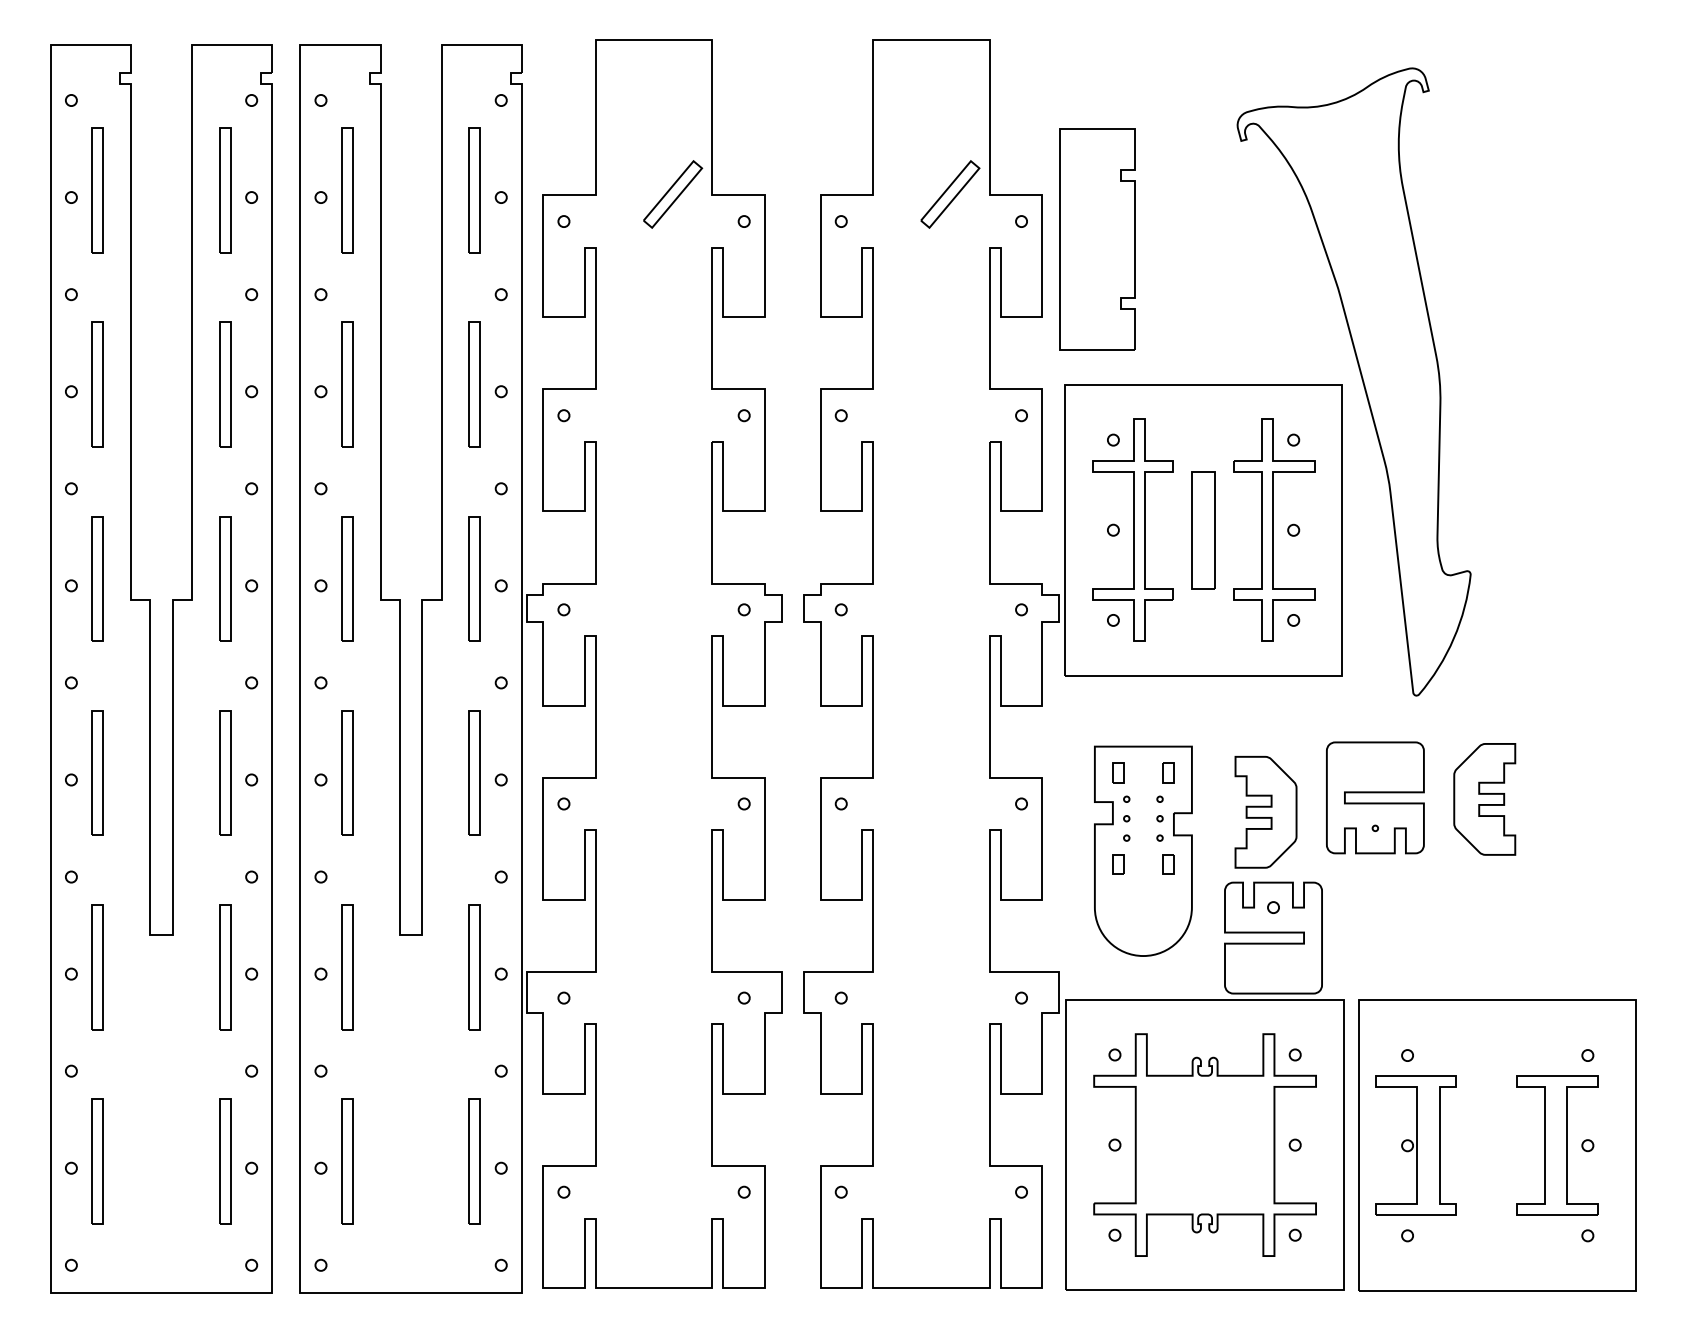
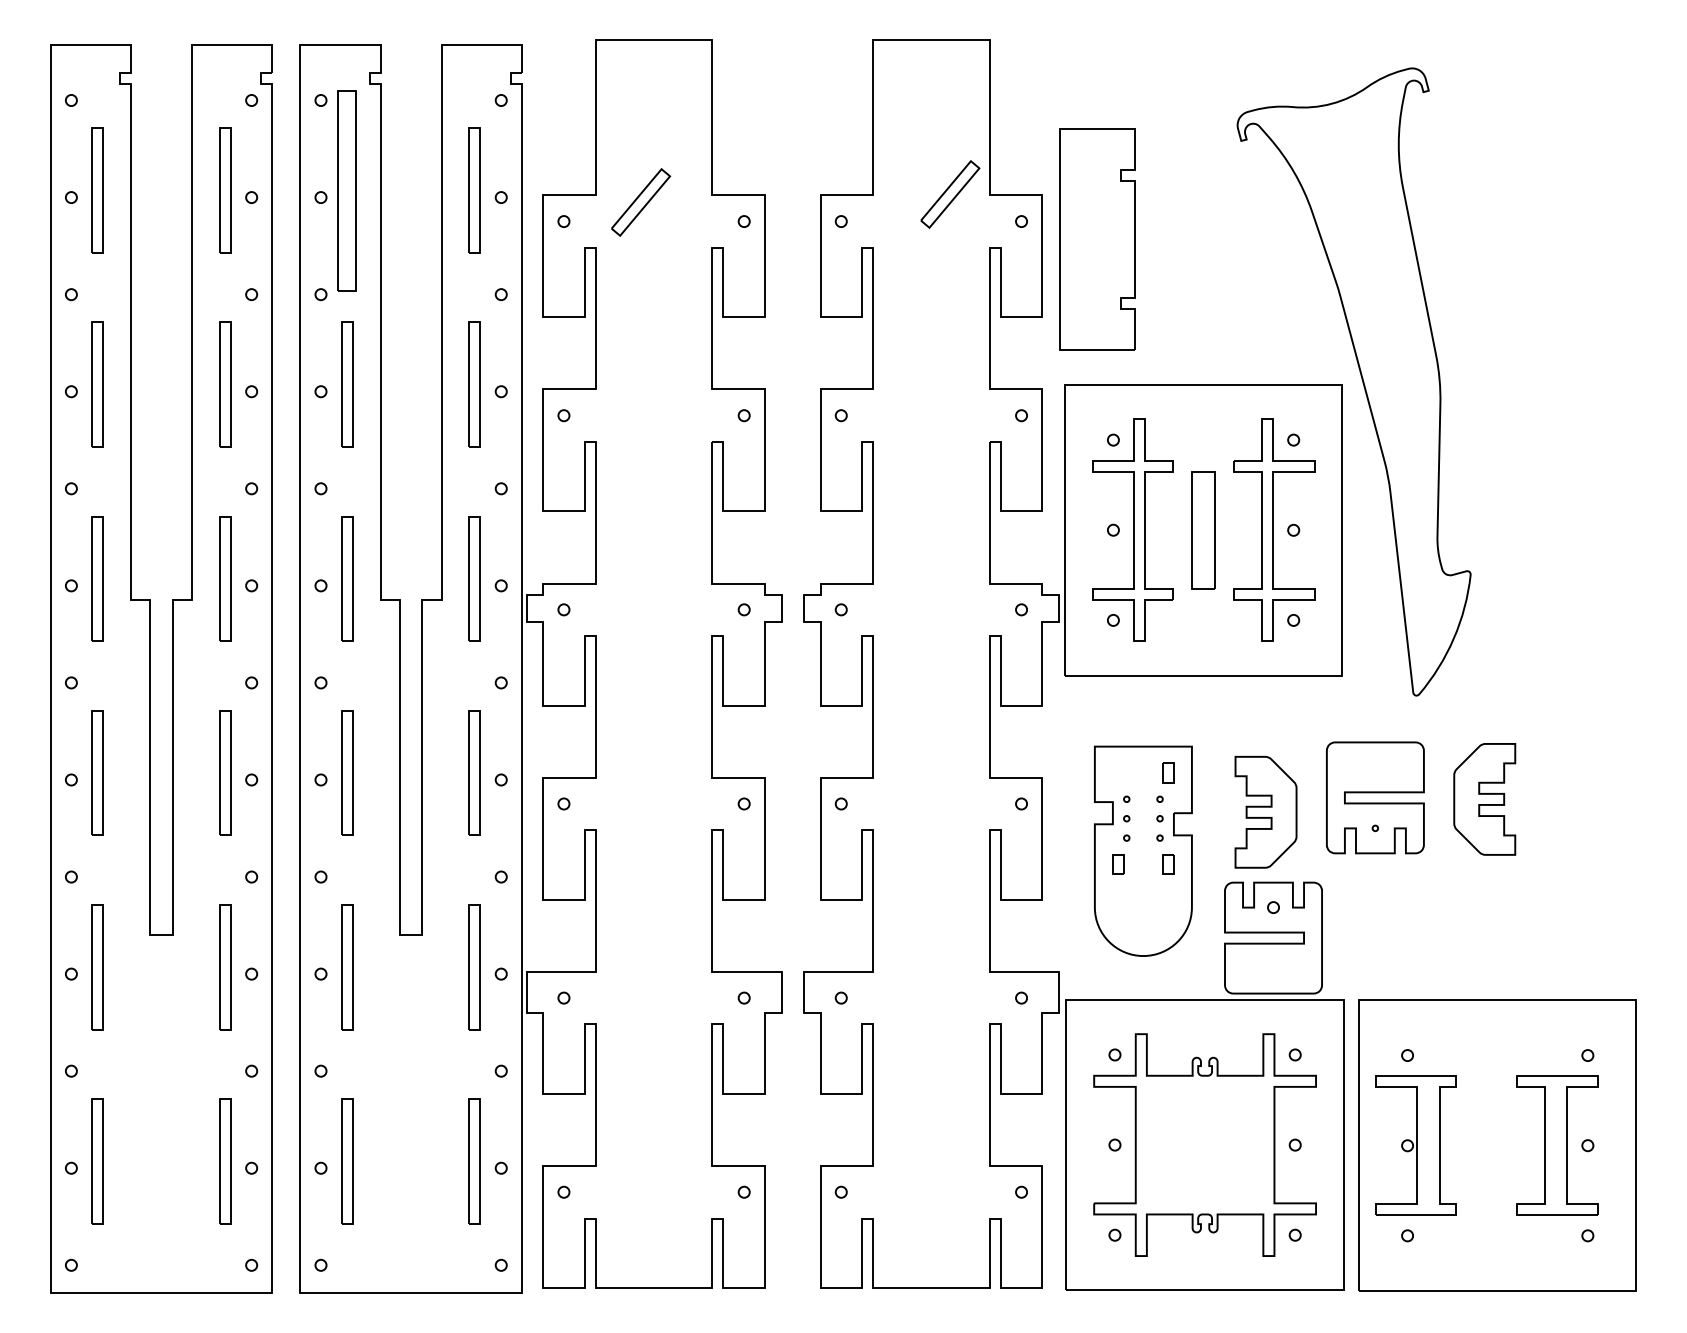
part at (347, 190) size: 13x127 px -> 20x202 px
part at (673, 194) position: (673, 194) -> (641, 202)
part at (1118, 772): present -> none
